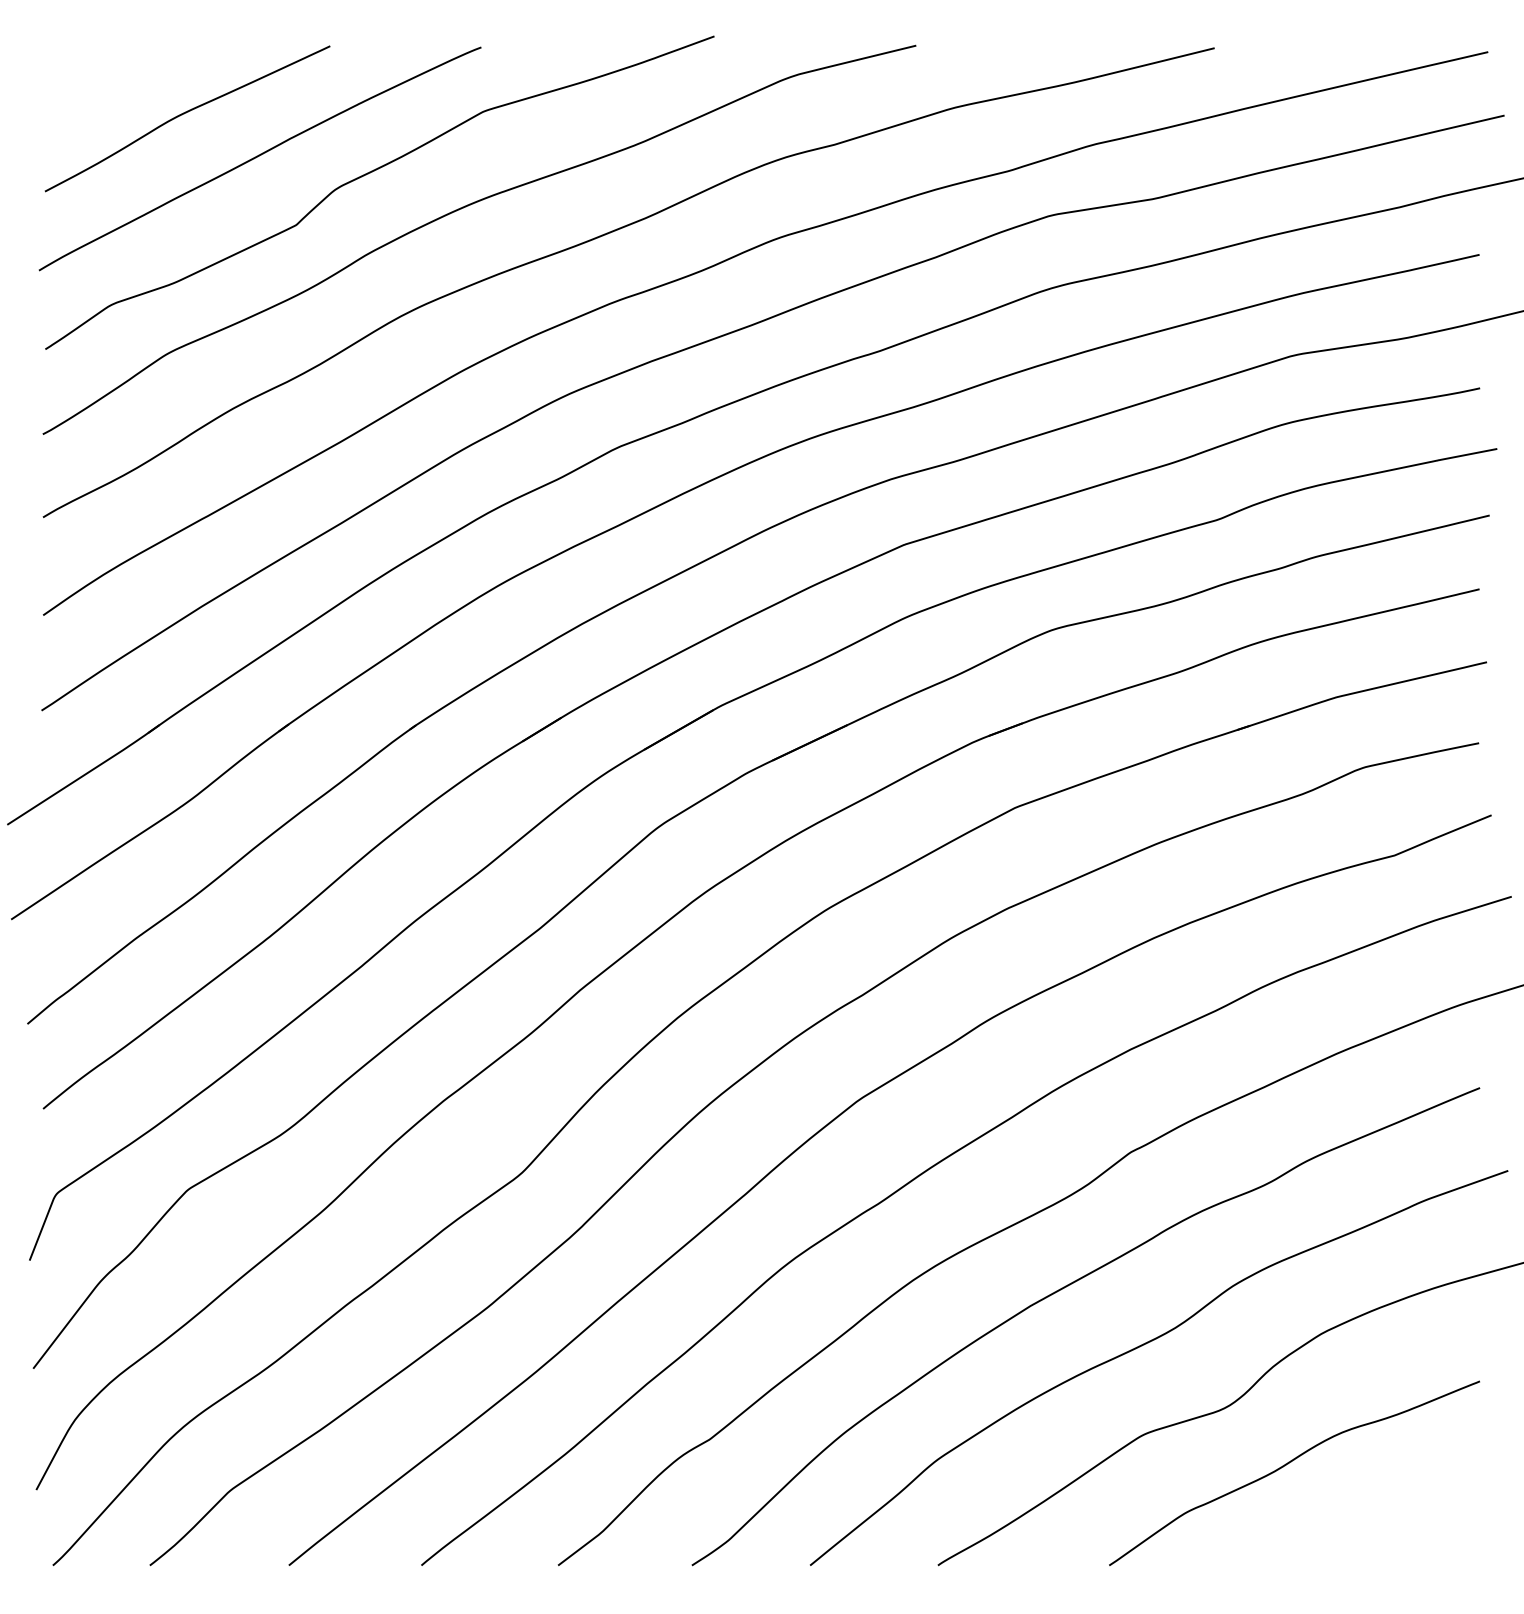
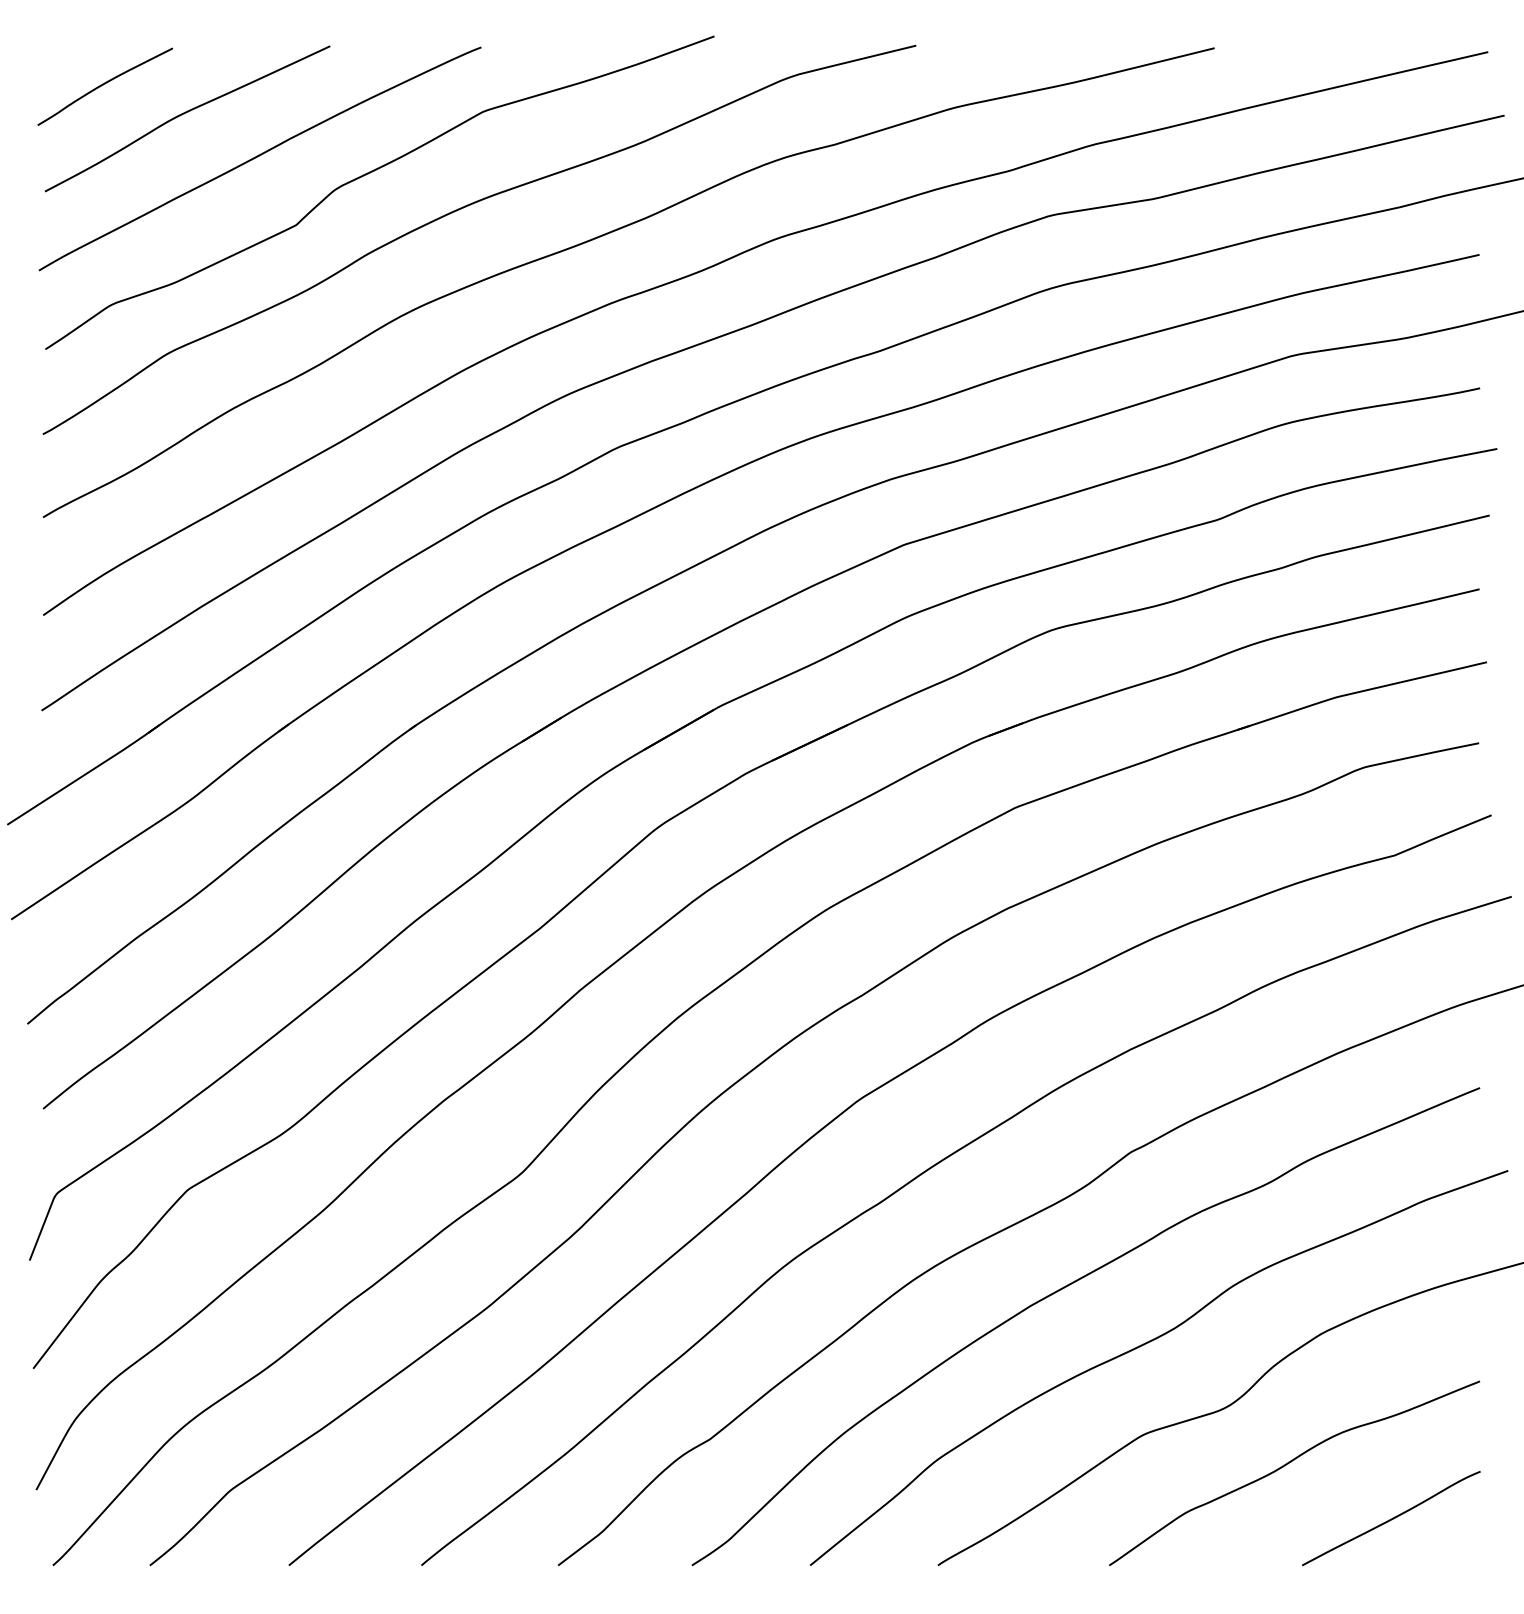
curve at (103, 85): none -> present
curve at (1391, 1518): none -> present
